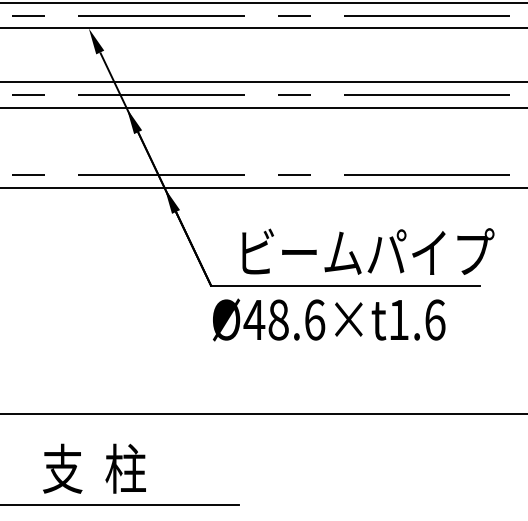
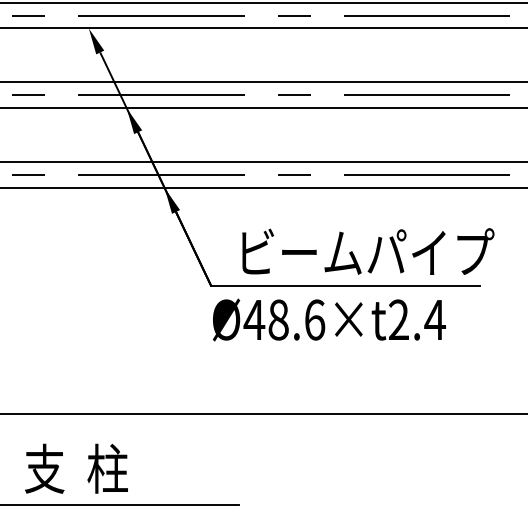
line at (263, 162): none -> present
text at (417, 319): Ø48.6×t1.6 -> Ø48.6×t2.4
text at (94, 468) position: (94, 468) -> (76, 468)
